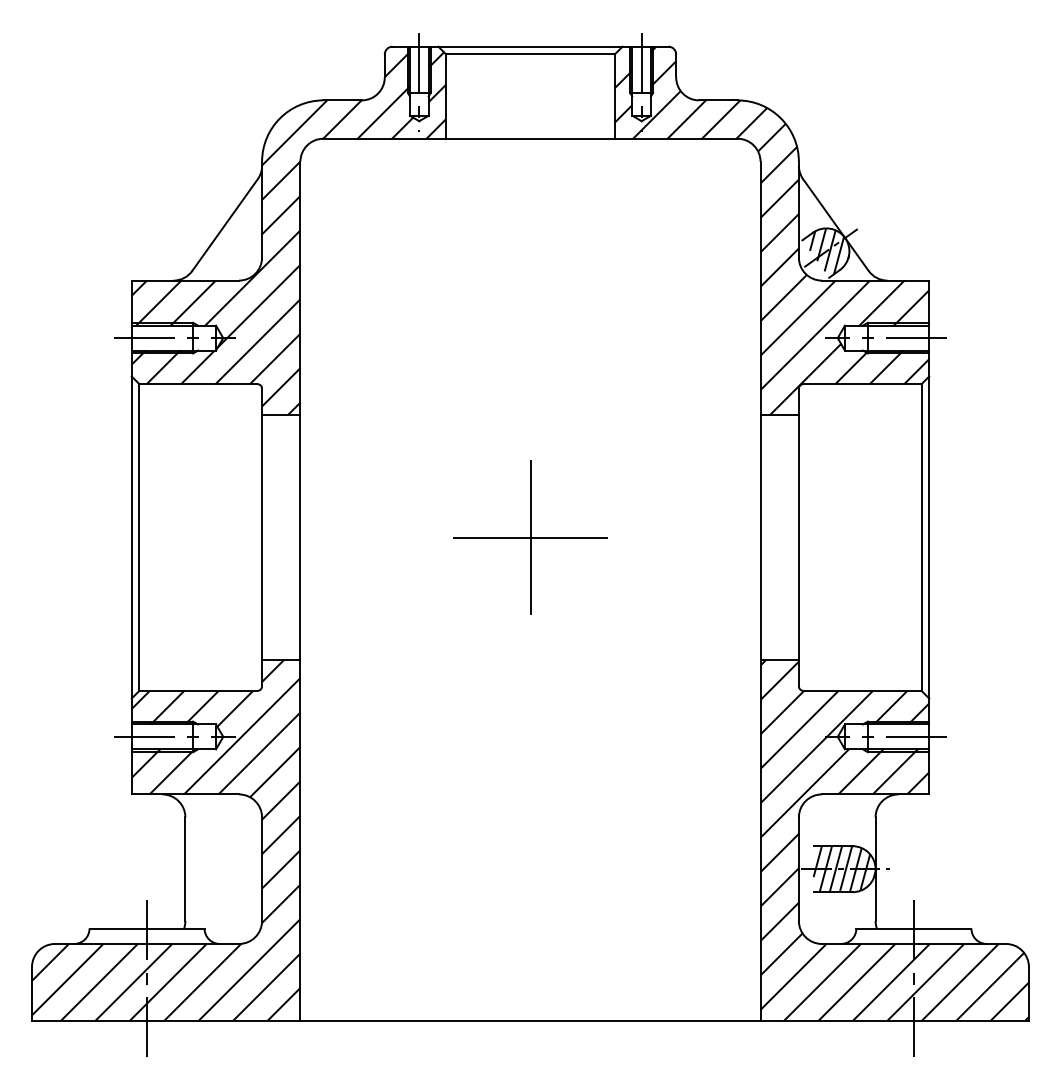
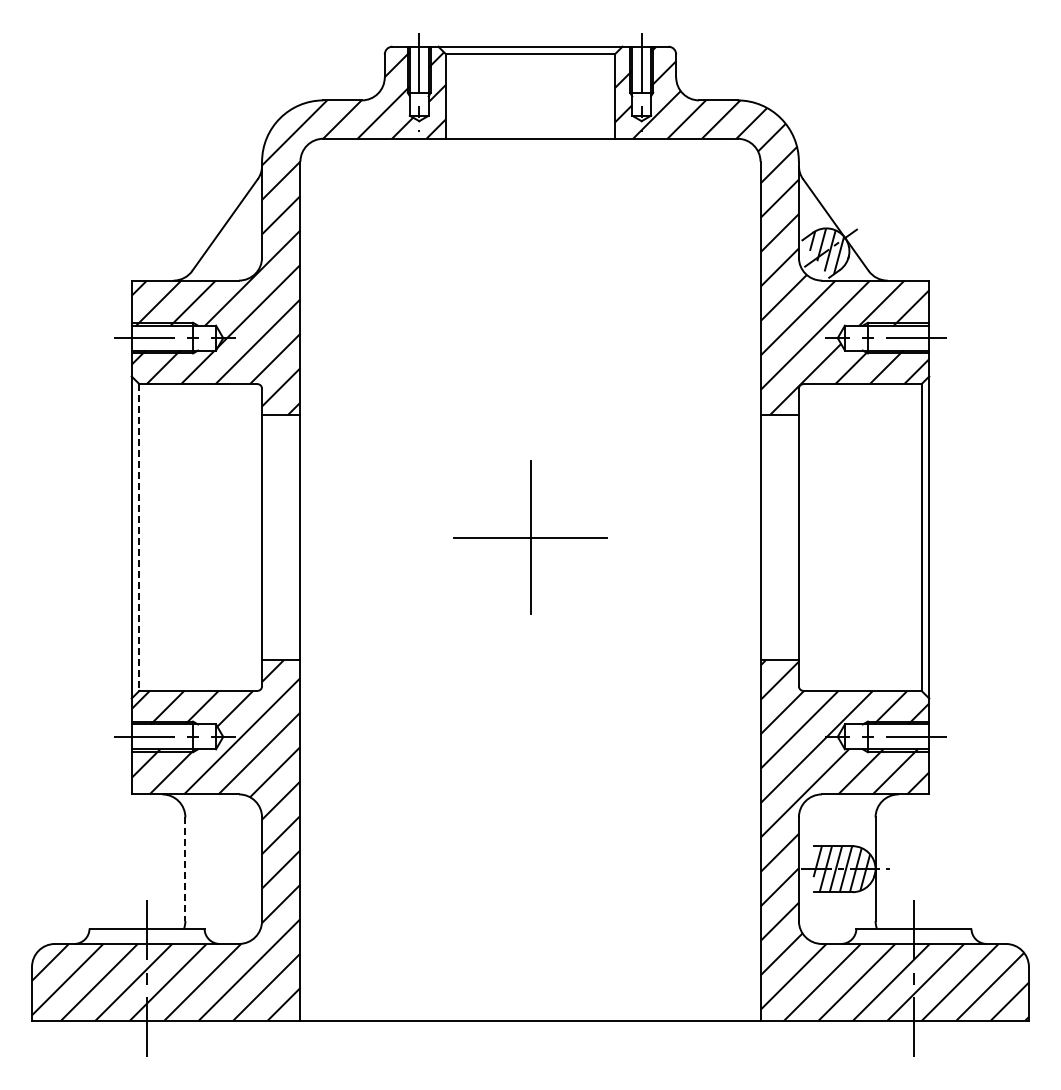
line at (139, 538): solid -> dashed
line at (185, 869): solid -> dashed
